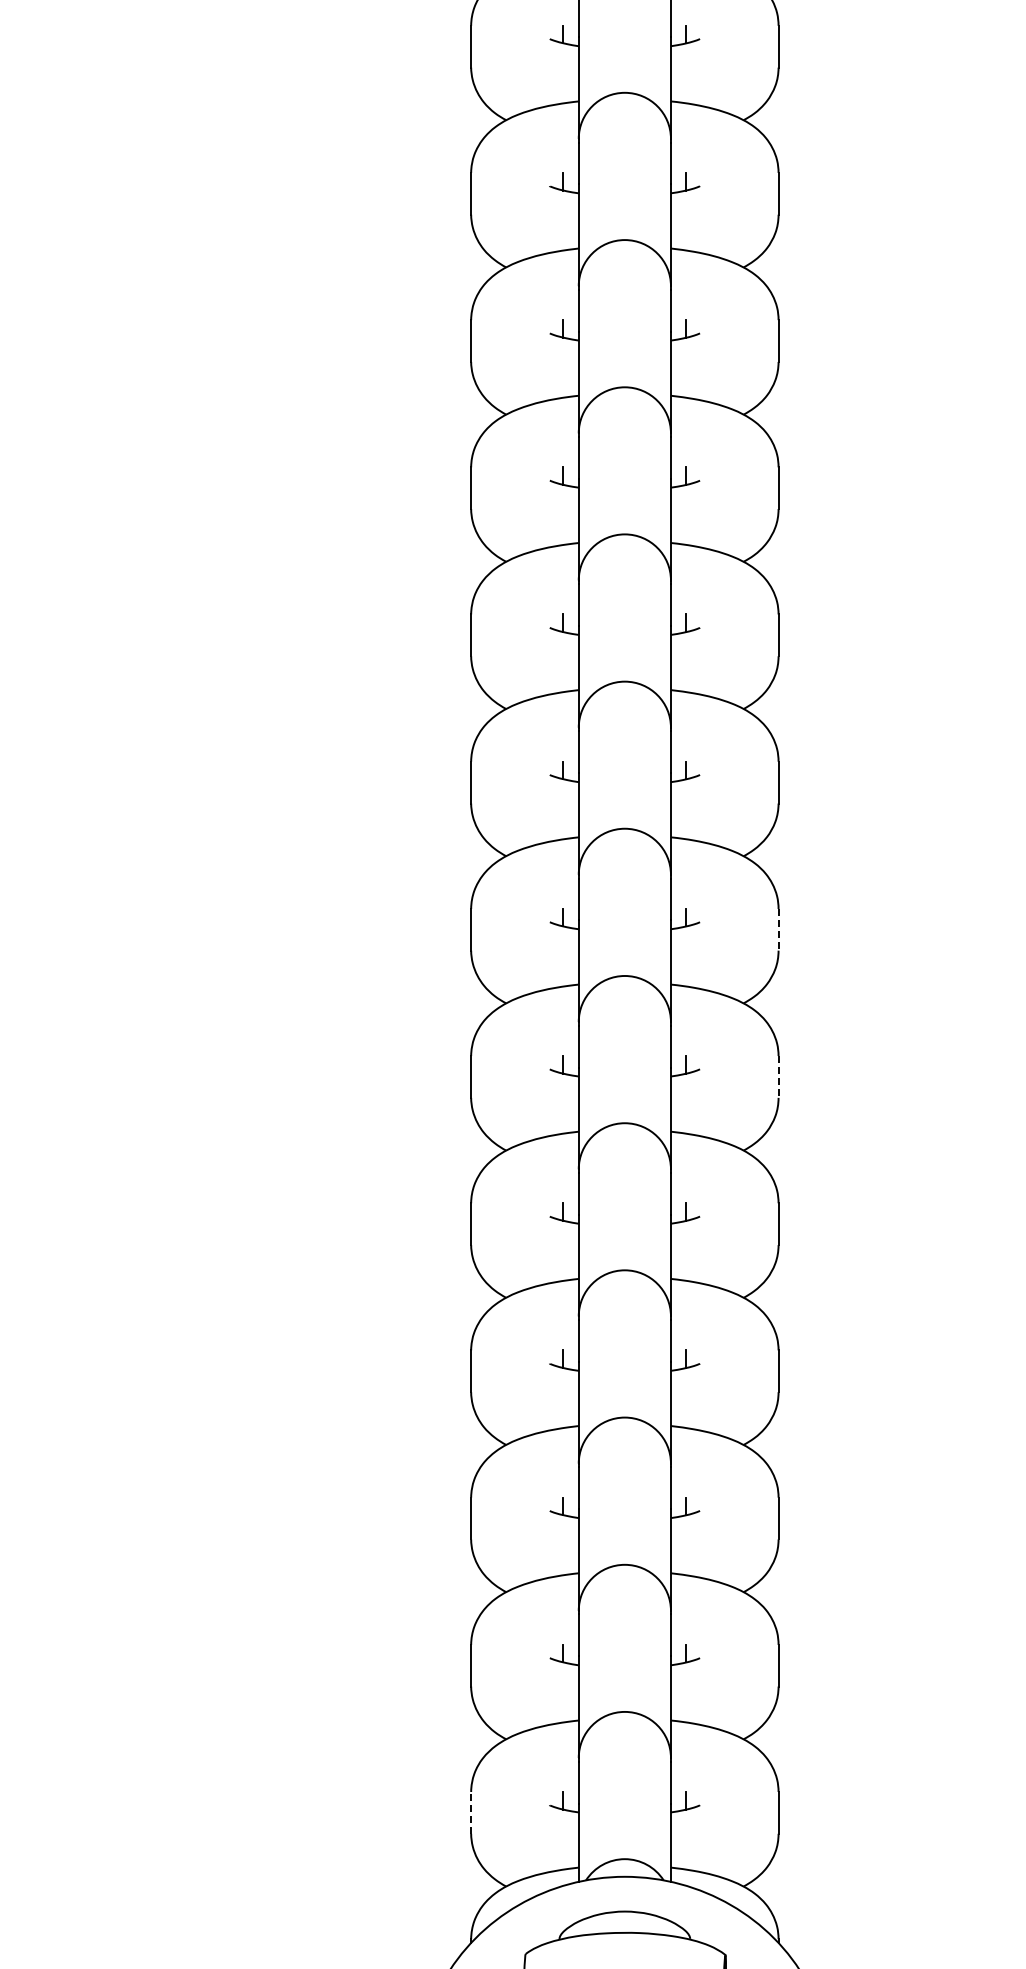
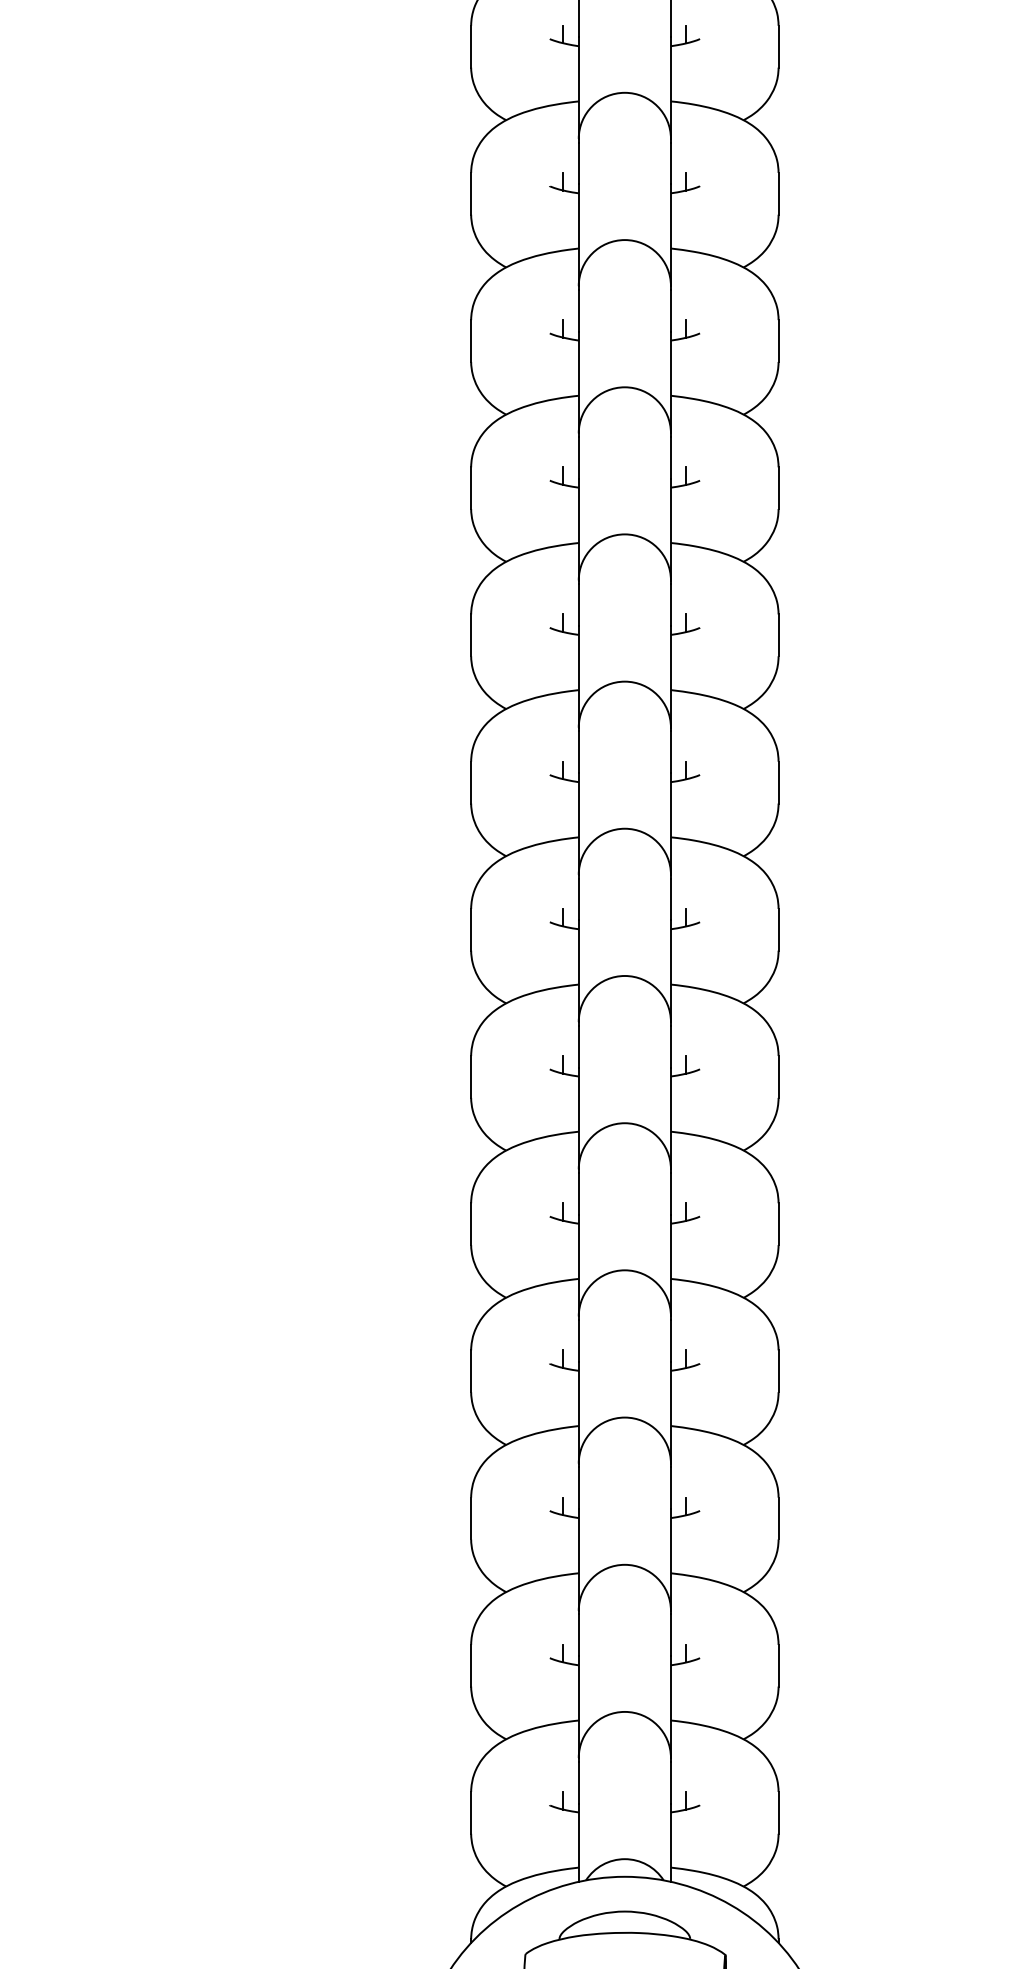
line at (778, 929): dashed -> solid
line at (778, 1076): dashed -> solid
line at (471, 1812): dashed -> solid
